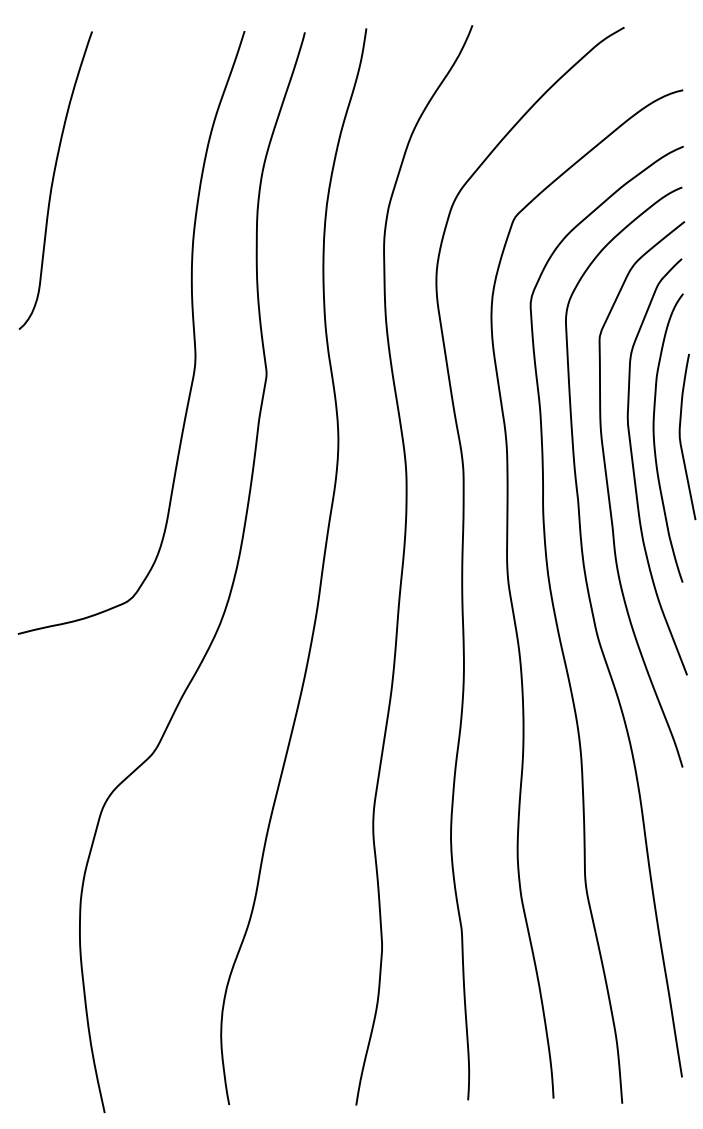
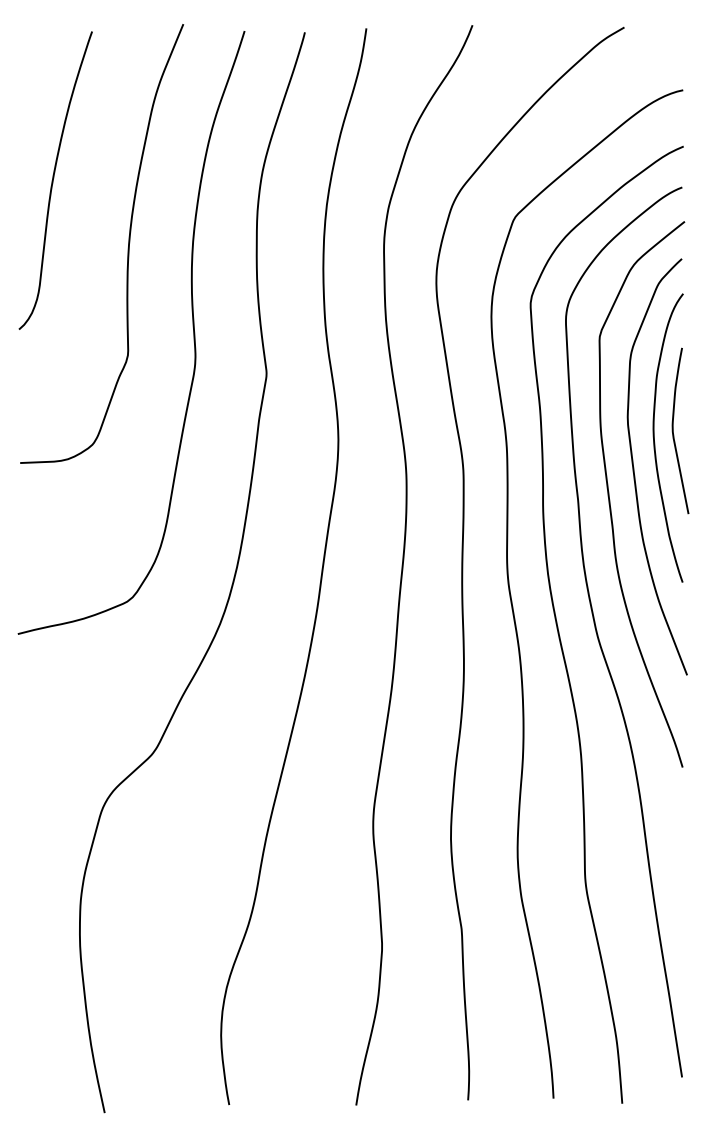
curve at (127, 248): none -> present
curve at (680, 436) position: (680, 436) -> (673, 430)
